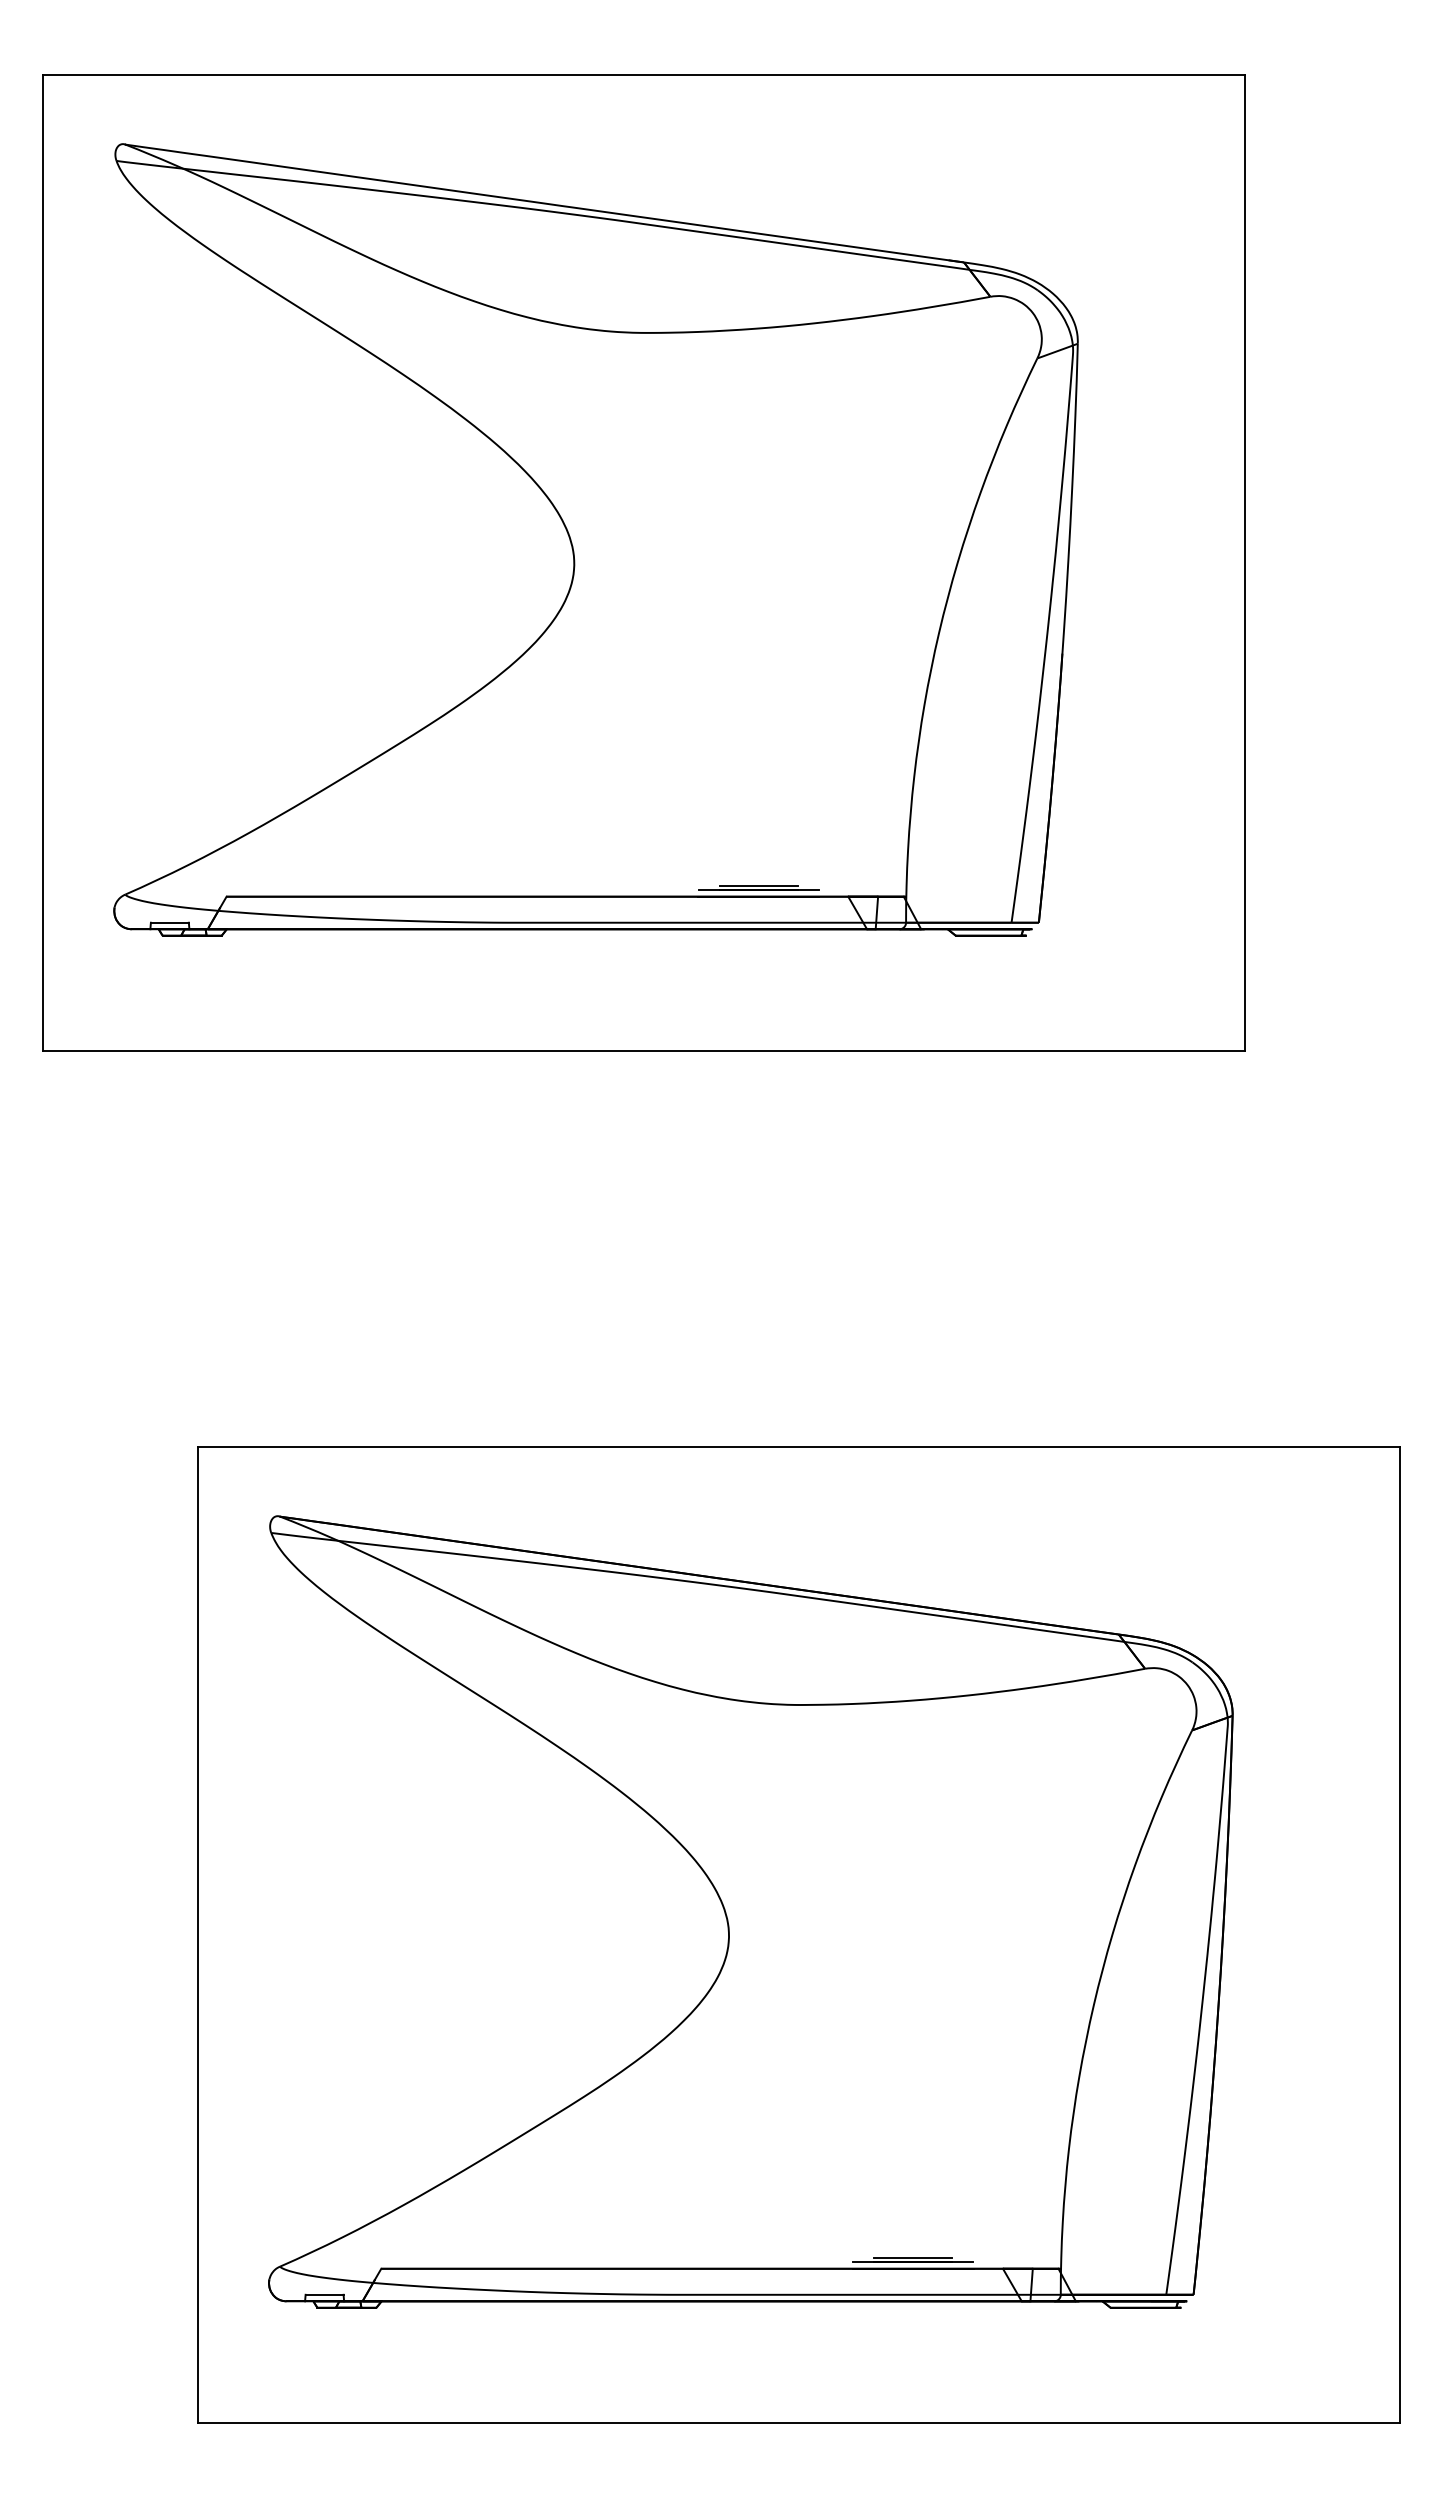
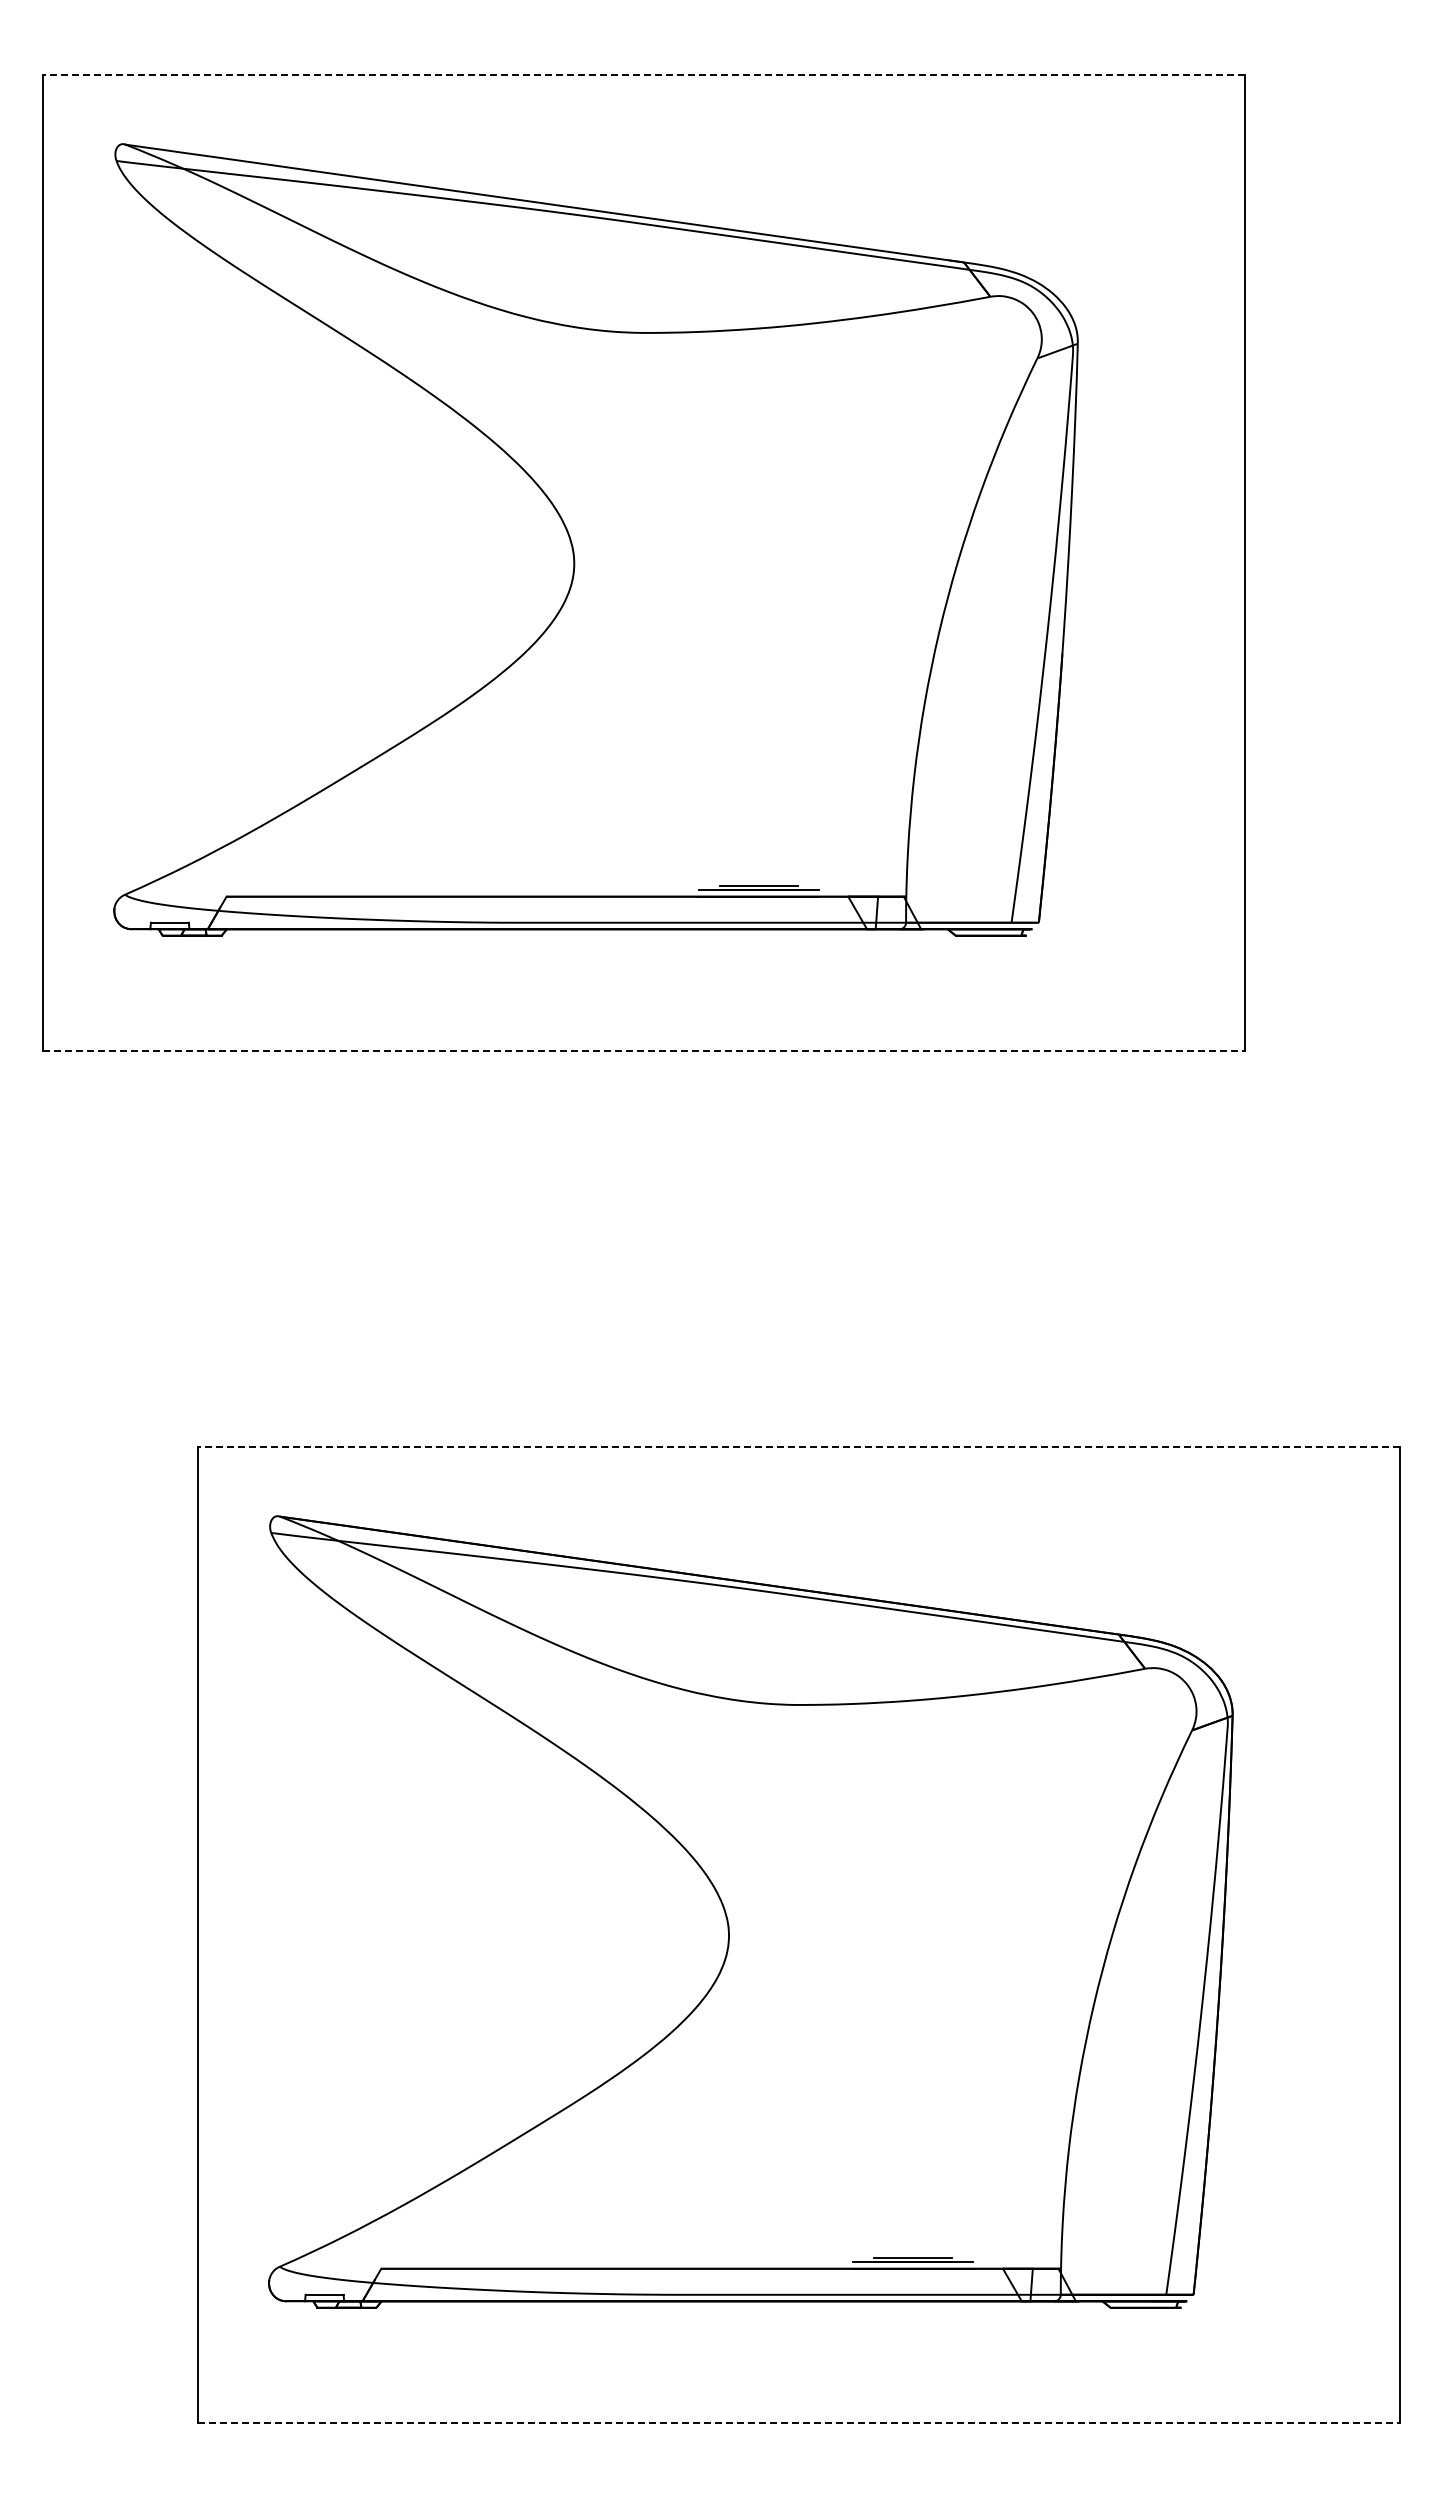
line at (643, 74): solid -> dashed
line at (644, 1051): solid -> dashed
line at (798, 1446): solid -> dashed
line at (799, 2423): solid -> dashed
